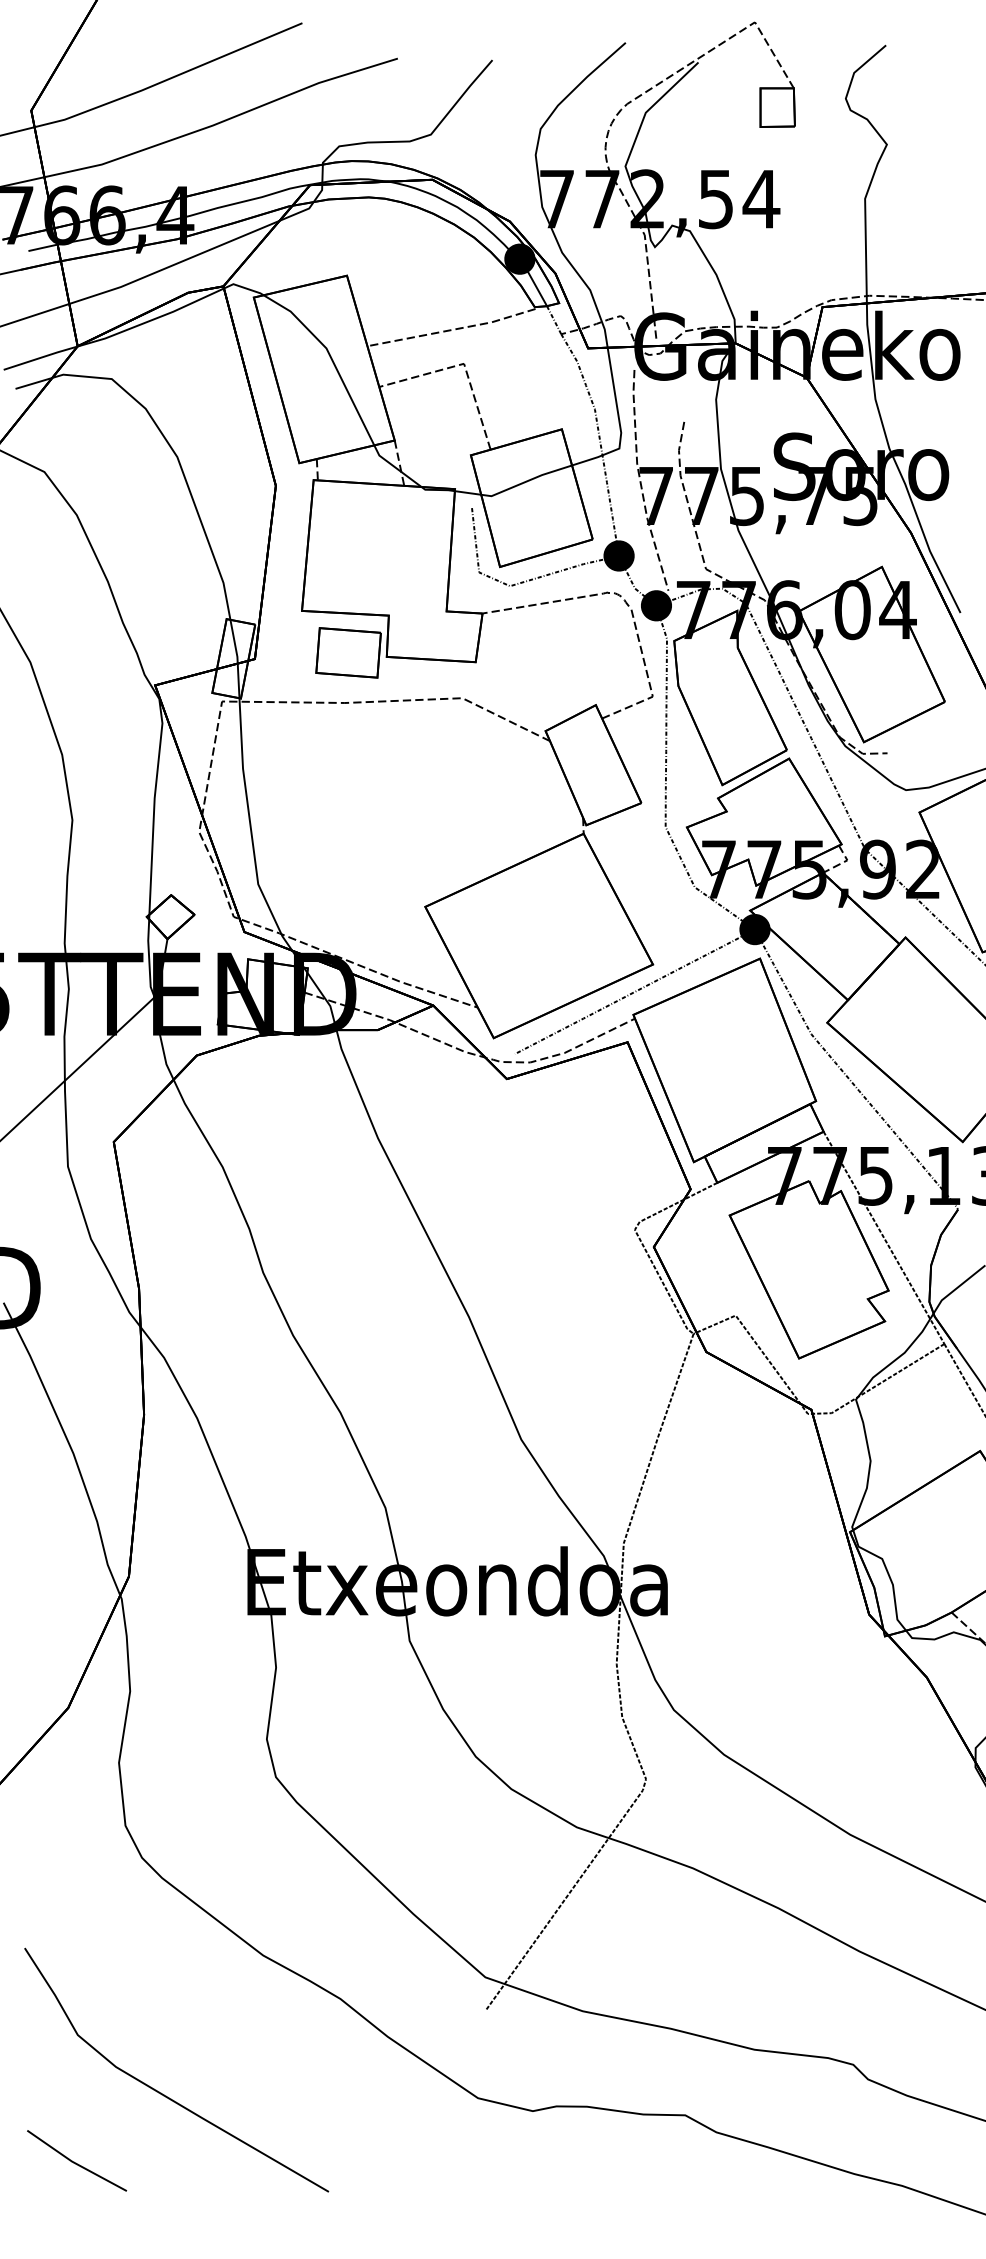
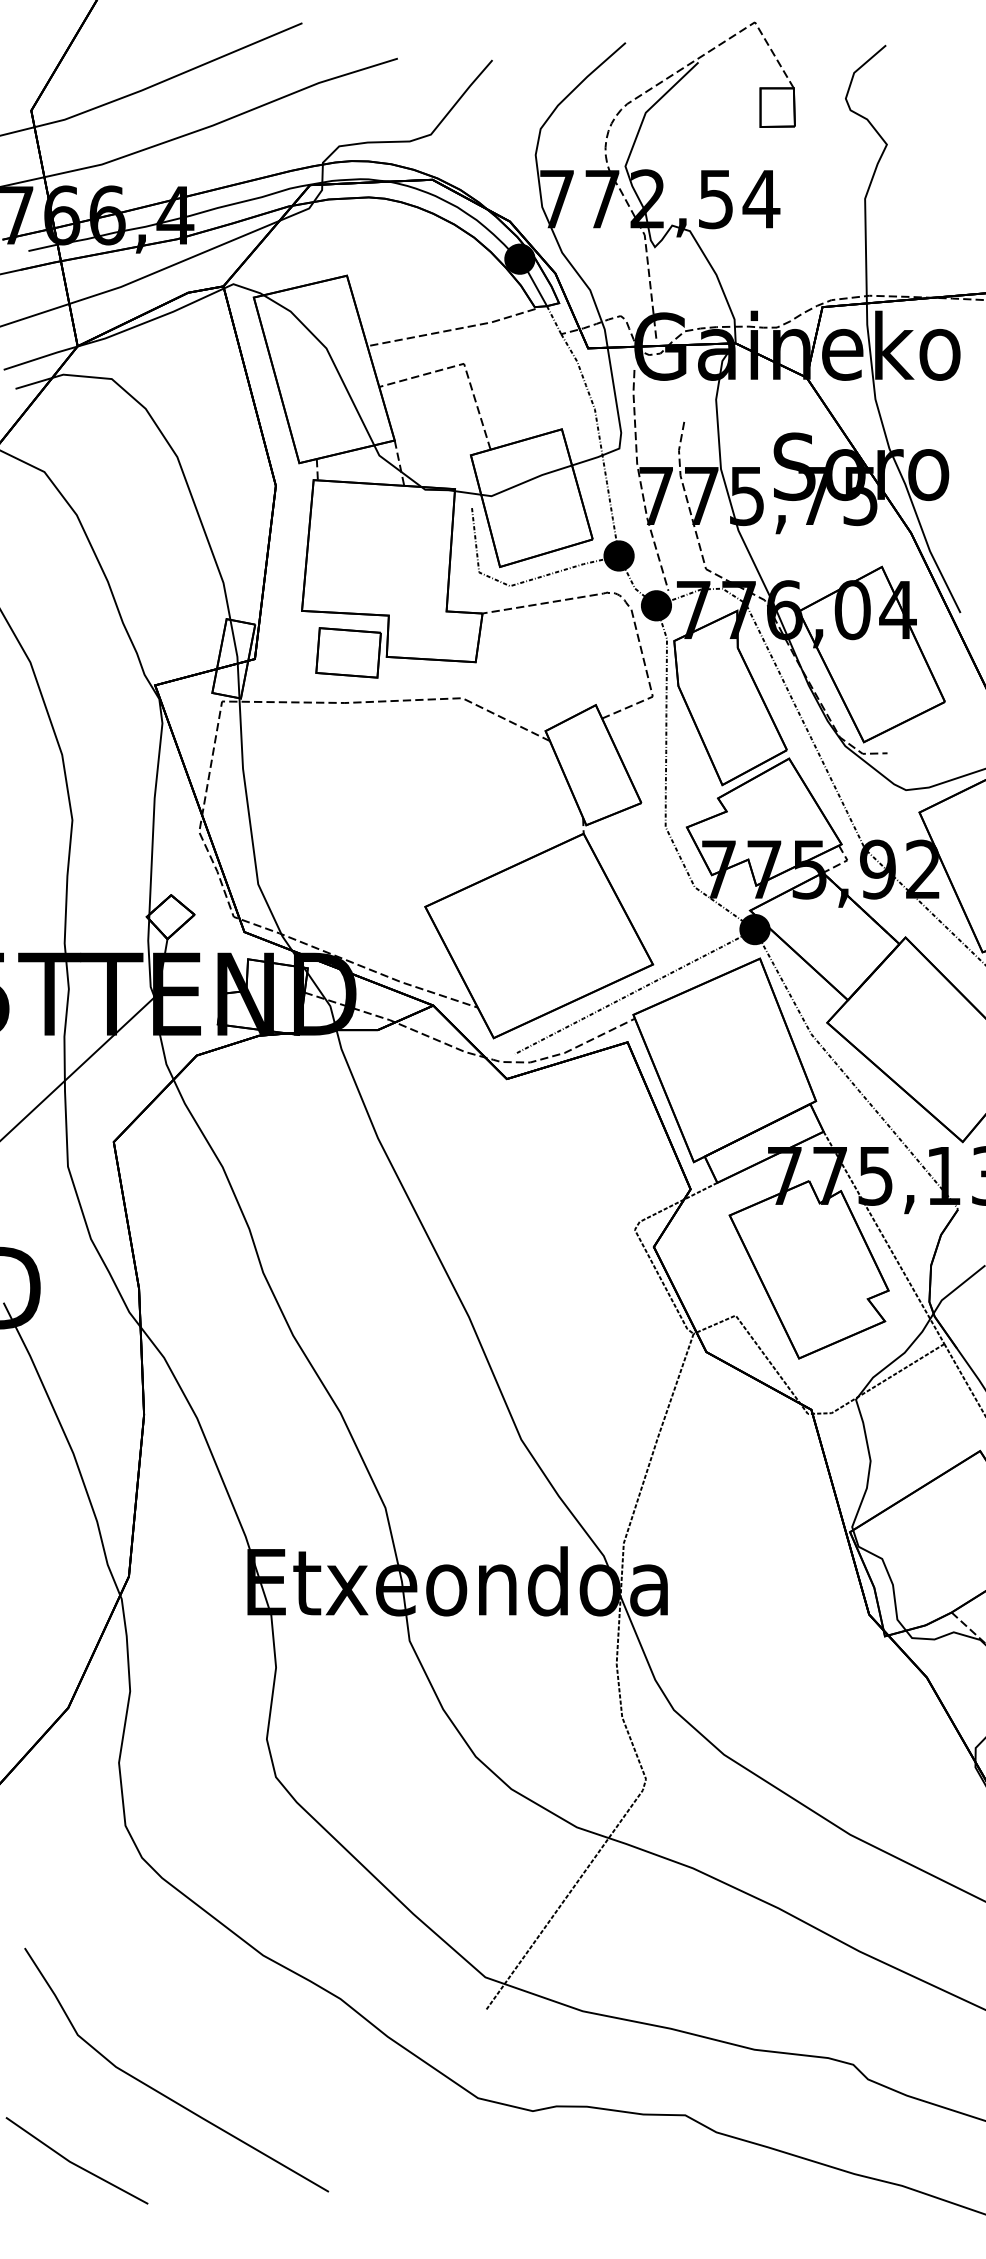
part at (77, 2160) size: 101x62 px -> 144x88 px
